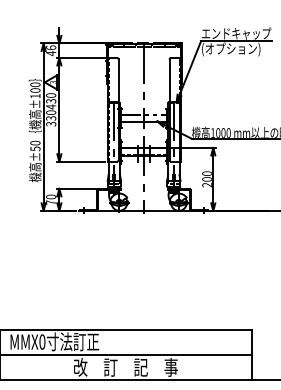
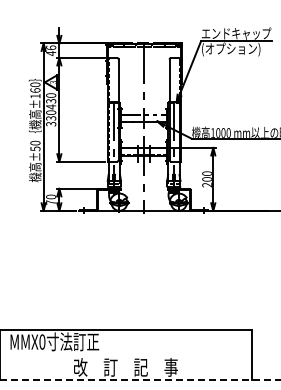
text at (35, 90): ±100 -> ±160
line at (126, 355): present -> none
line at (140, 380): solid -> dashed
